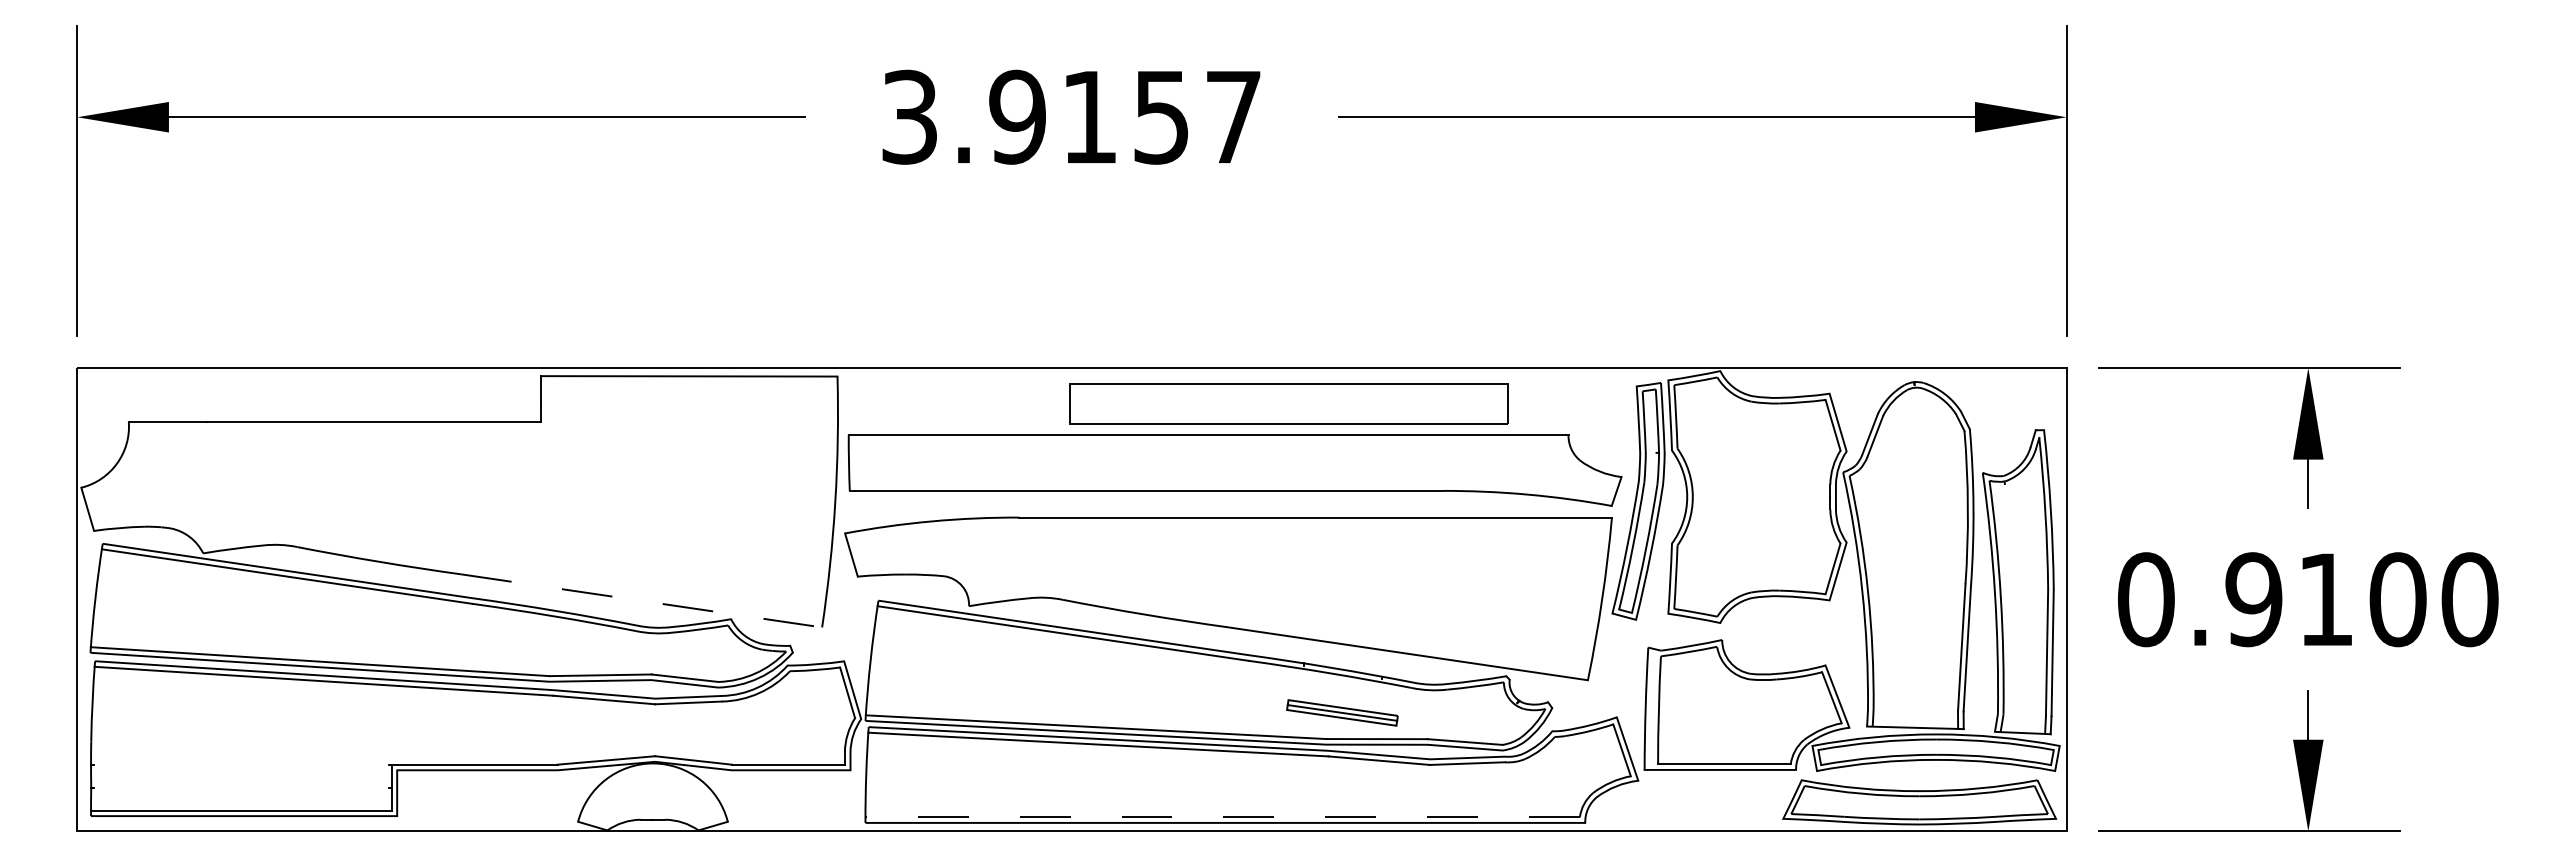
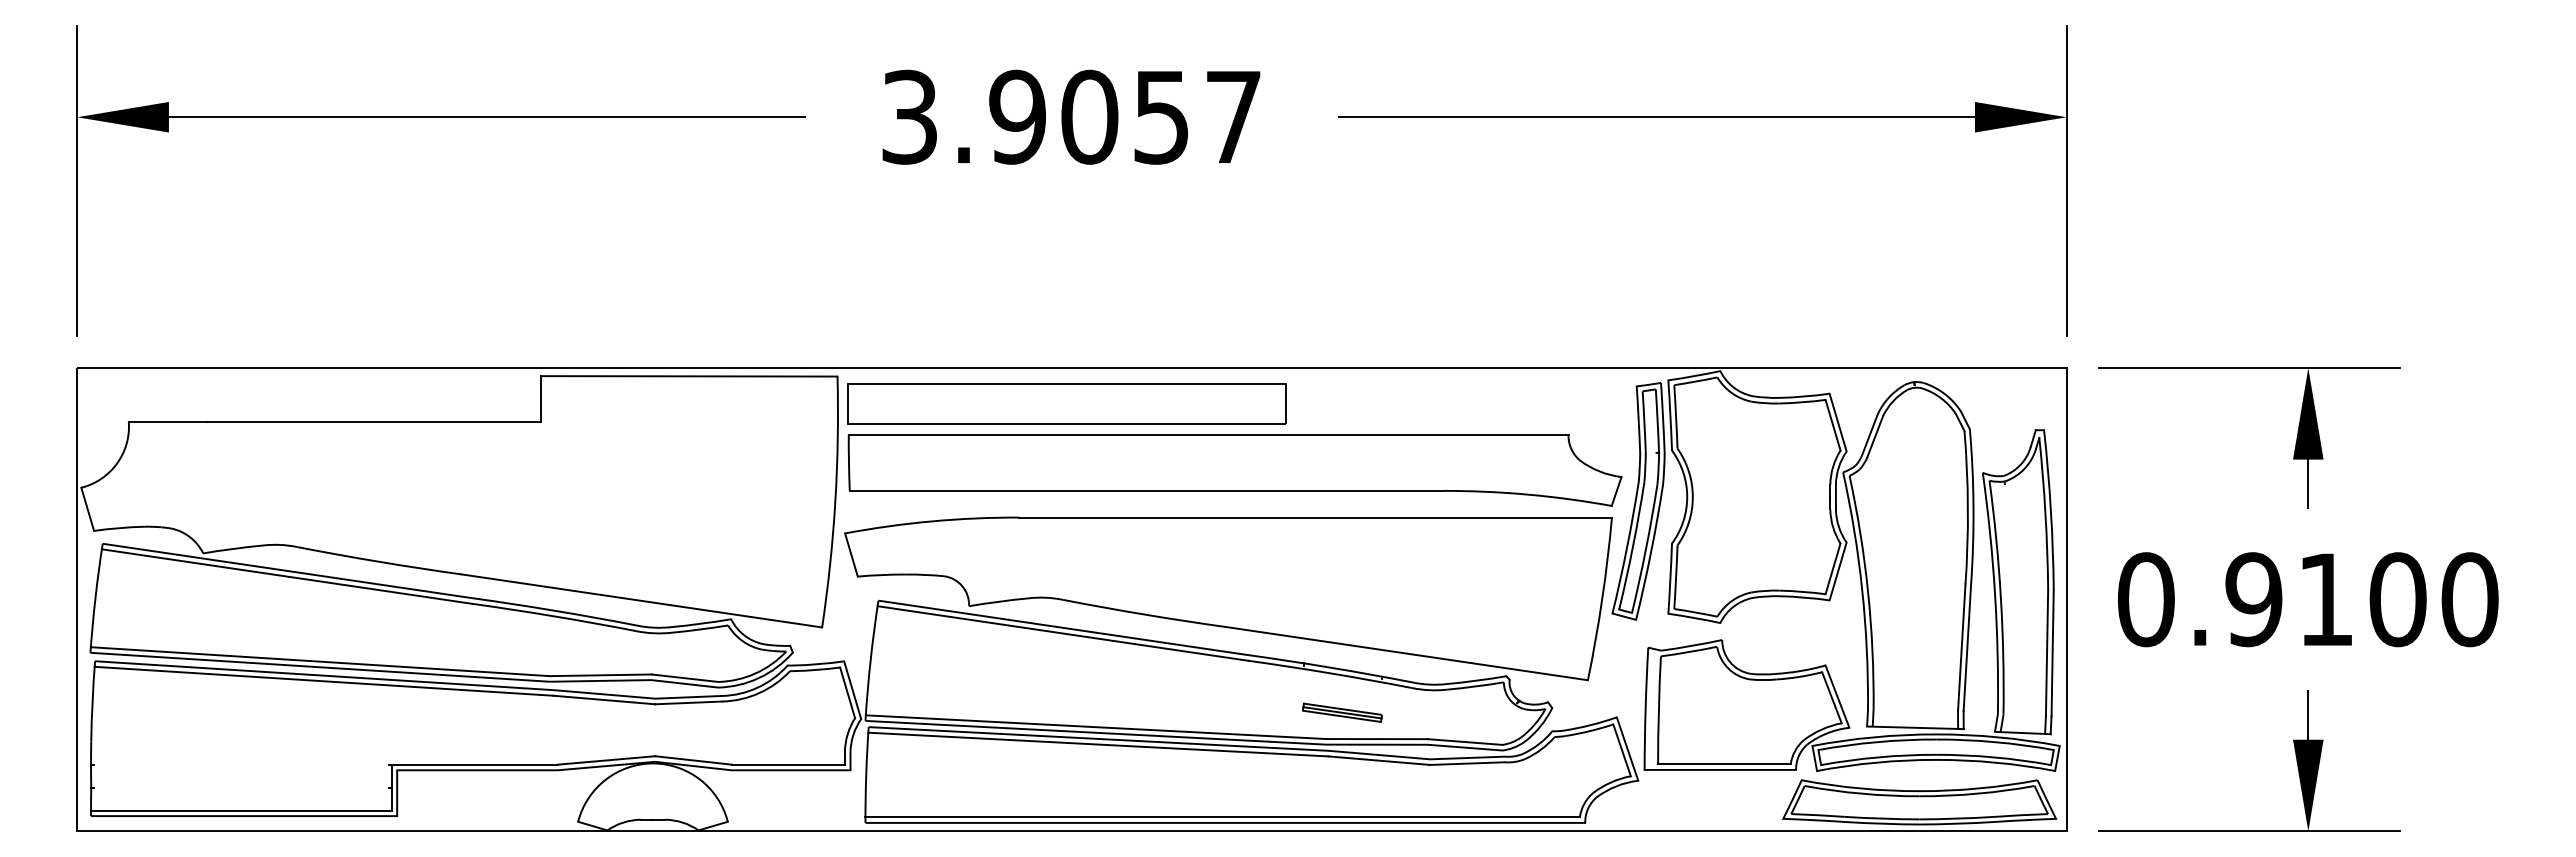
text at (1089, 116): 3.9157 -> 3.9057
part at (1288, 403) position: (1288, 403) -> (1066, 403)
line at (642, 600): dashed -> solid
part at (1342, 712) size: 113x28 px -> 81x21 px
line at (1222, 817): dashed -> solid
